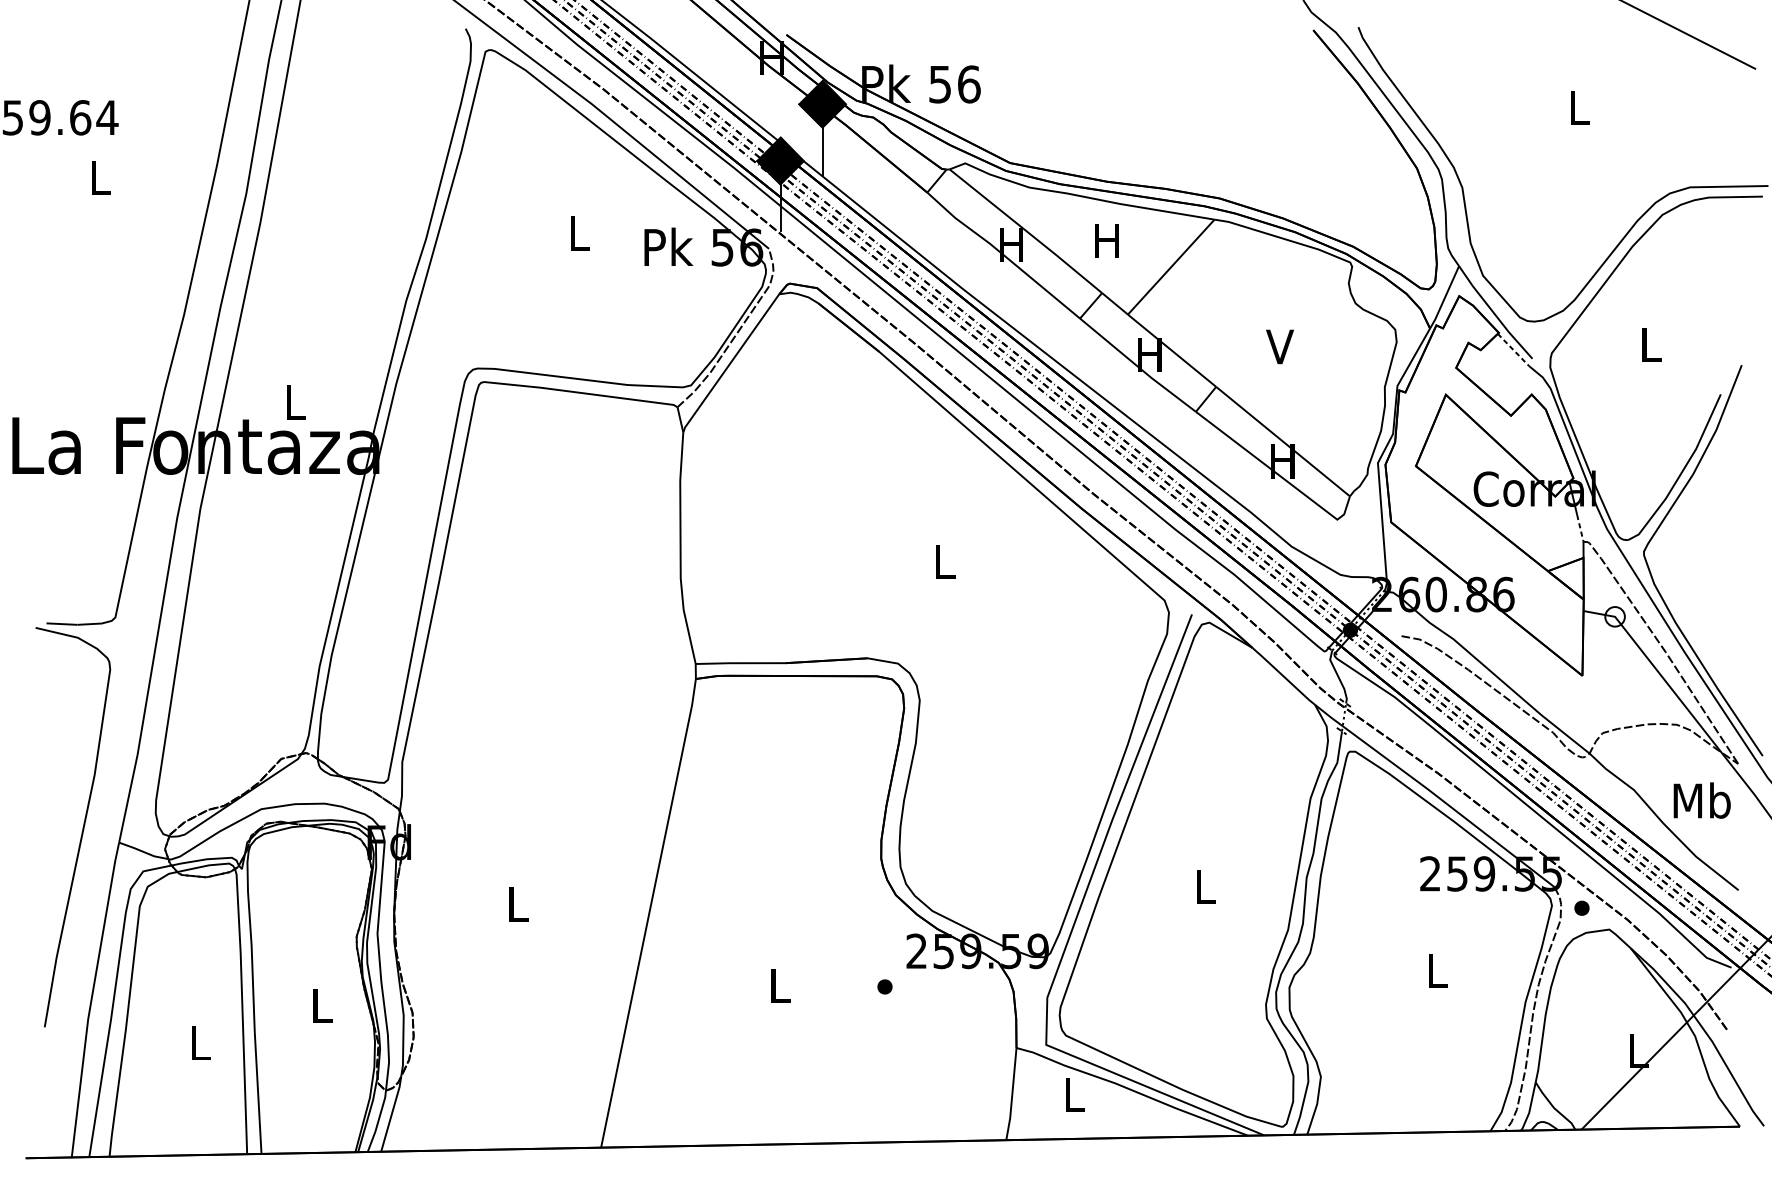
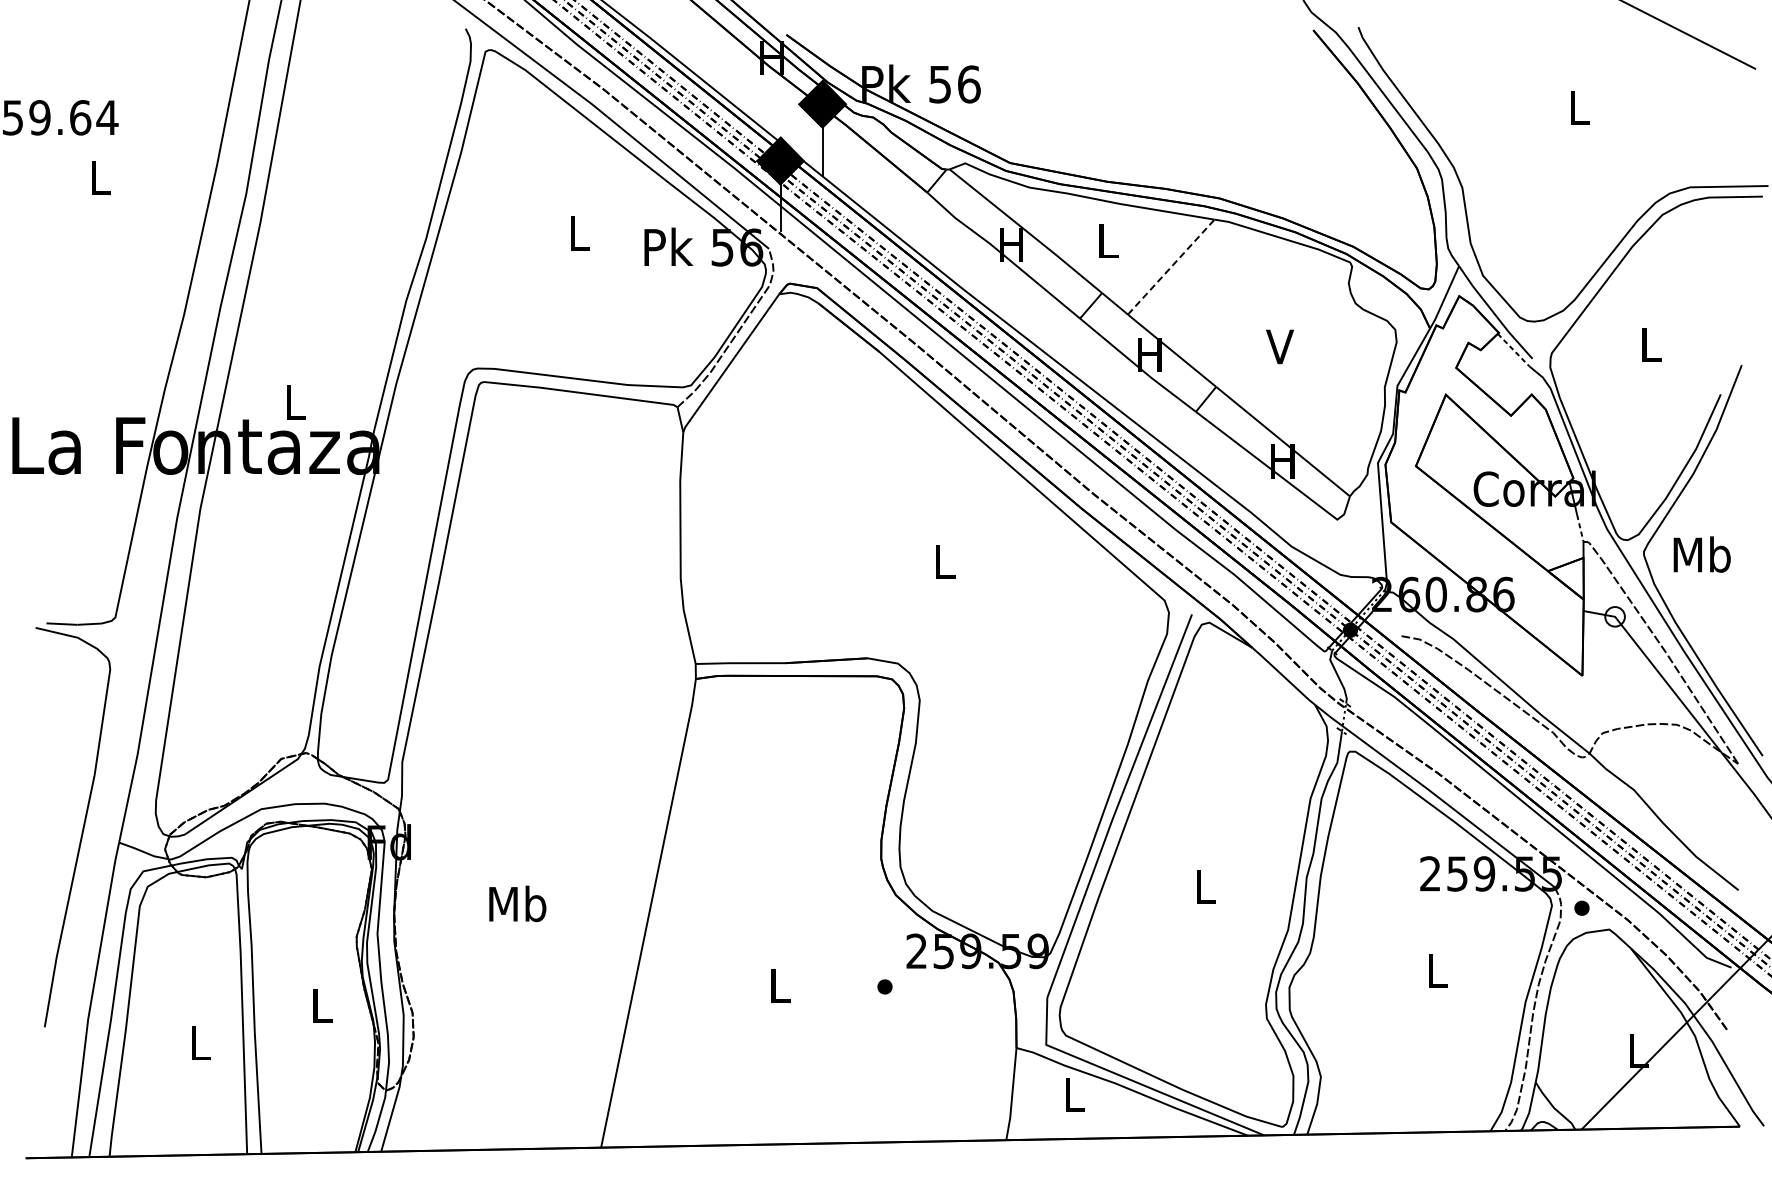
text at (1106, 240): H -> L
line at (1171, 266): solid -> dashed
text at (1701, 800) position: (1701, 800) -> (1701, 554)
text at (517, 903): L -> Mb
